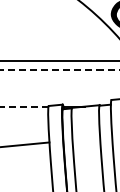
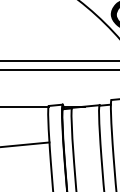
line at (59, 69): dashed -> solid
line at (24, 106): dashed -> solid
